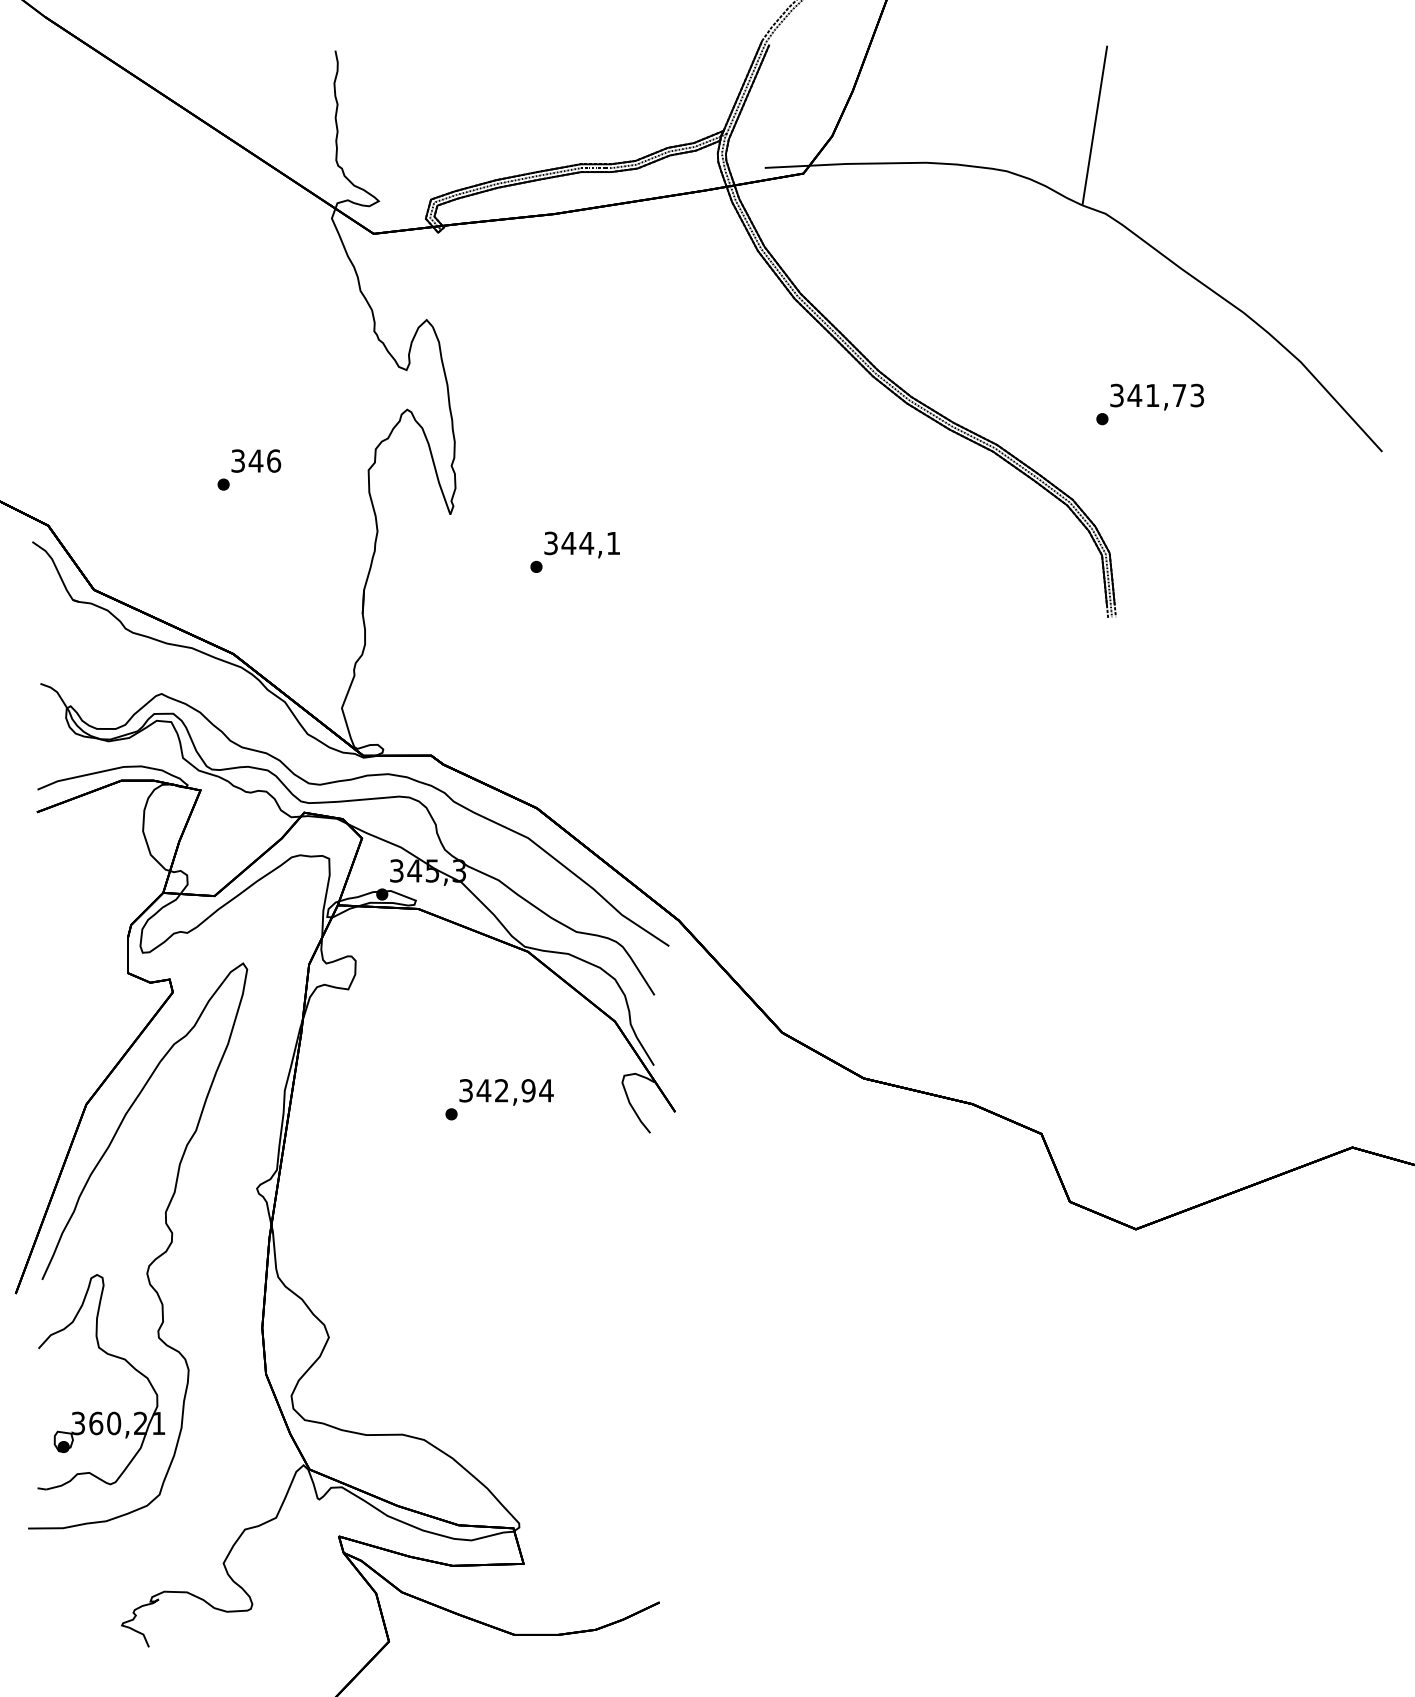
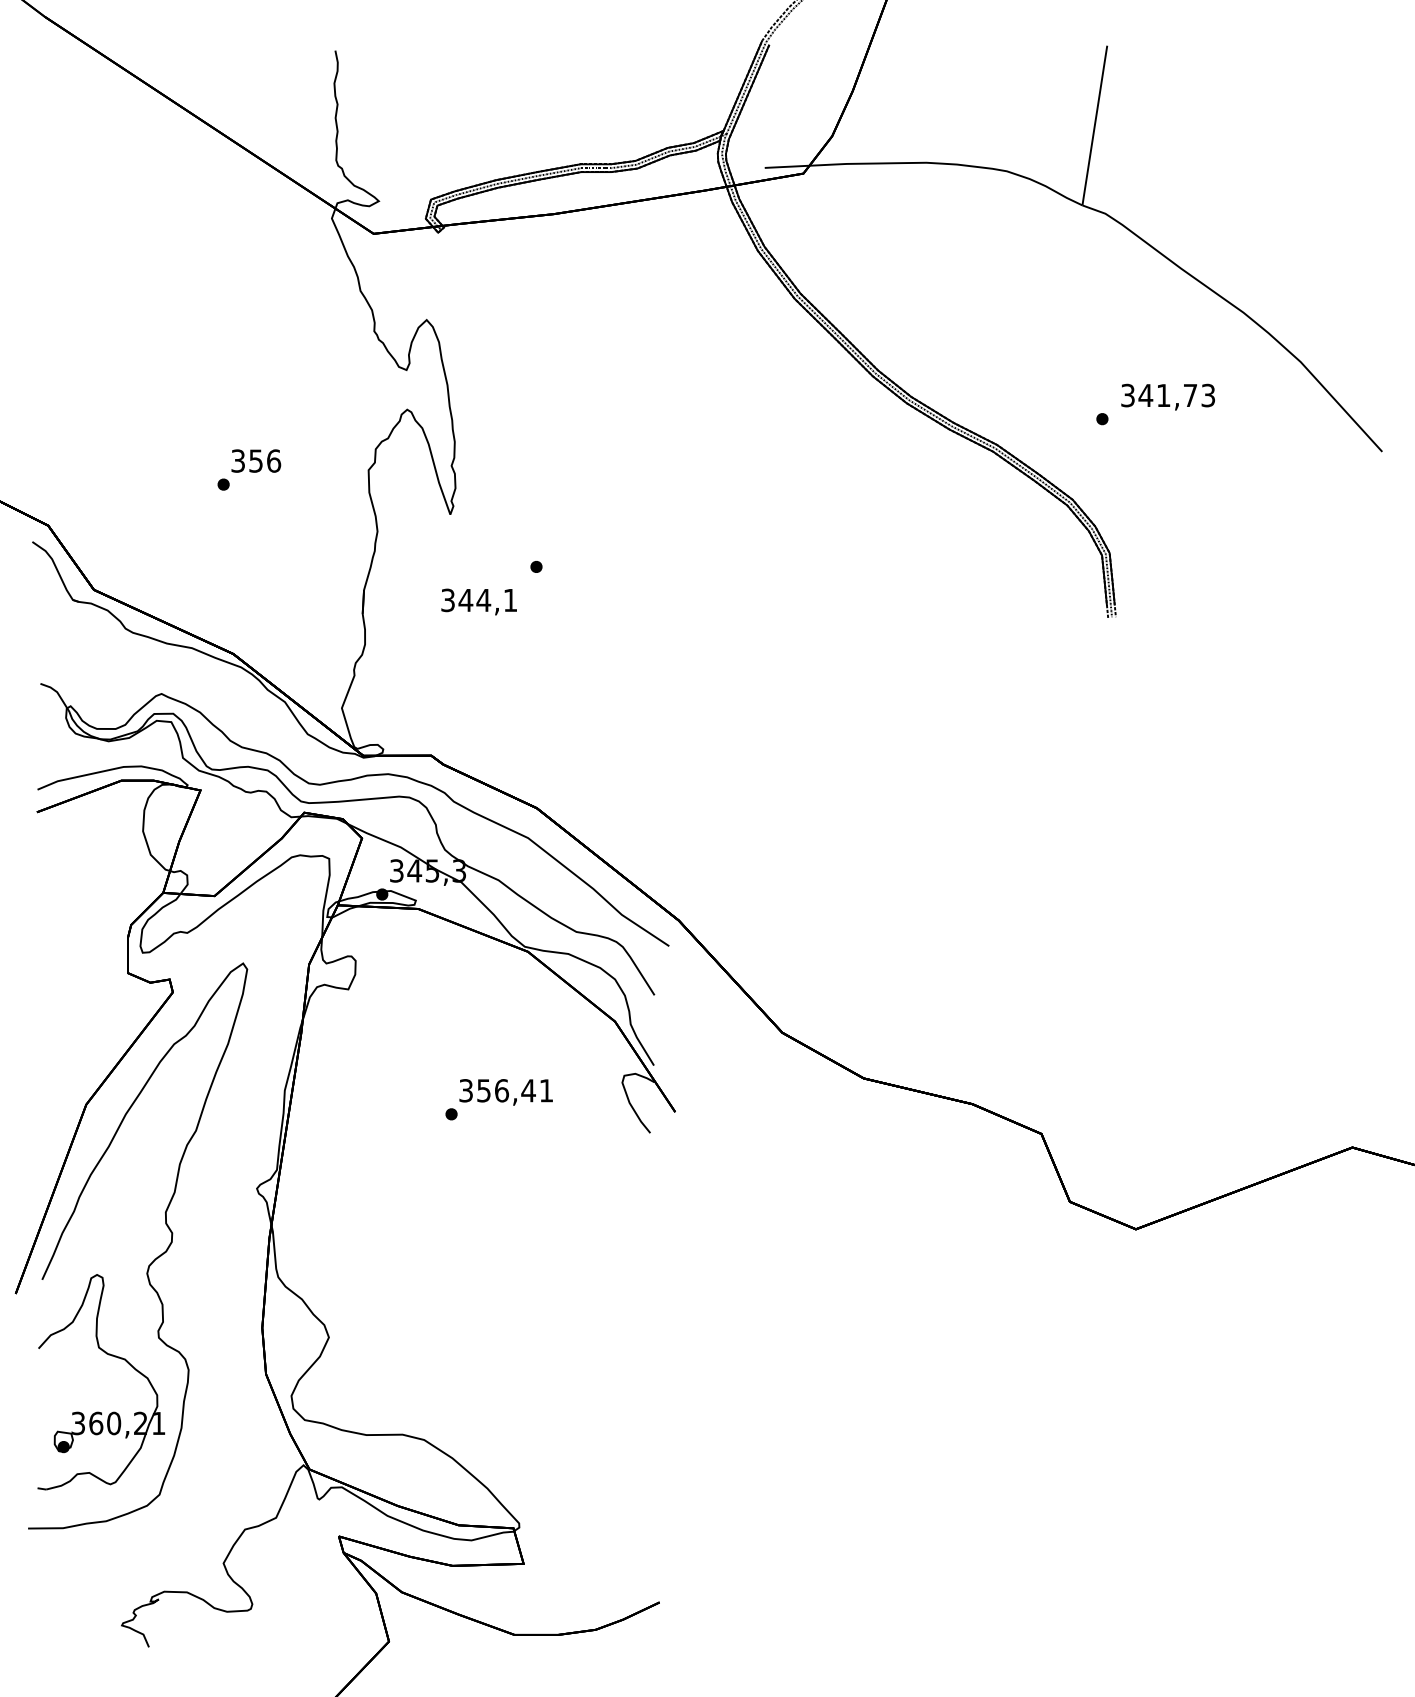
text at (1156, 396) position: (1156, 396) -> (1167, 396)
text at (255, 460): 346 -> 356
text at (581, 544) position: (581, 544) -> (478, 601)
text at (514, 1090): 342,94 -> 356,41
